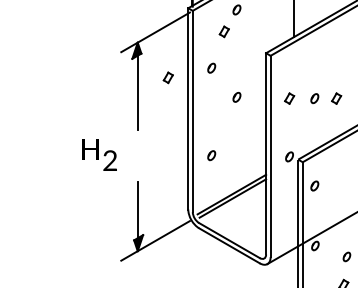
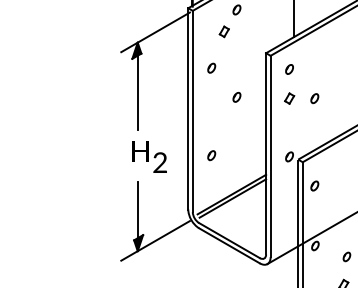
part at (289, 69): none -> present
part at (167, 77): present -> none
part at (336, 98): present -> none
text at (99, 154) position: (99, 154) -> (149, 156)
